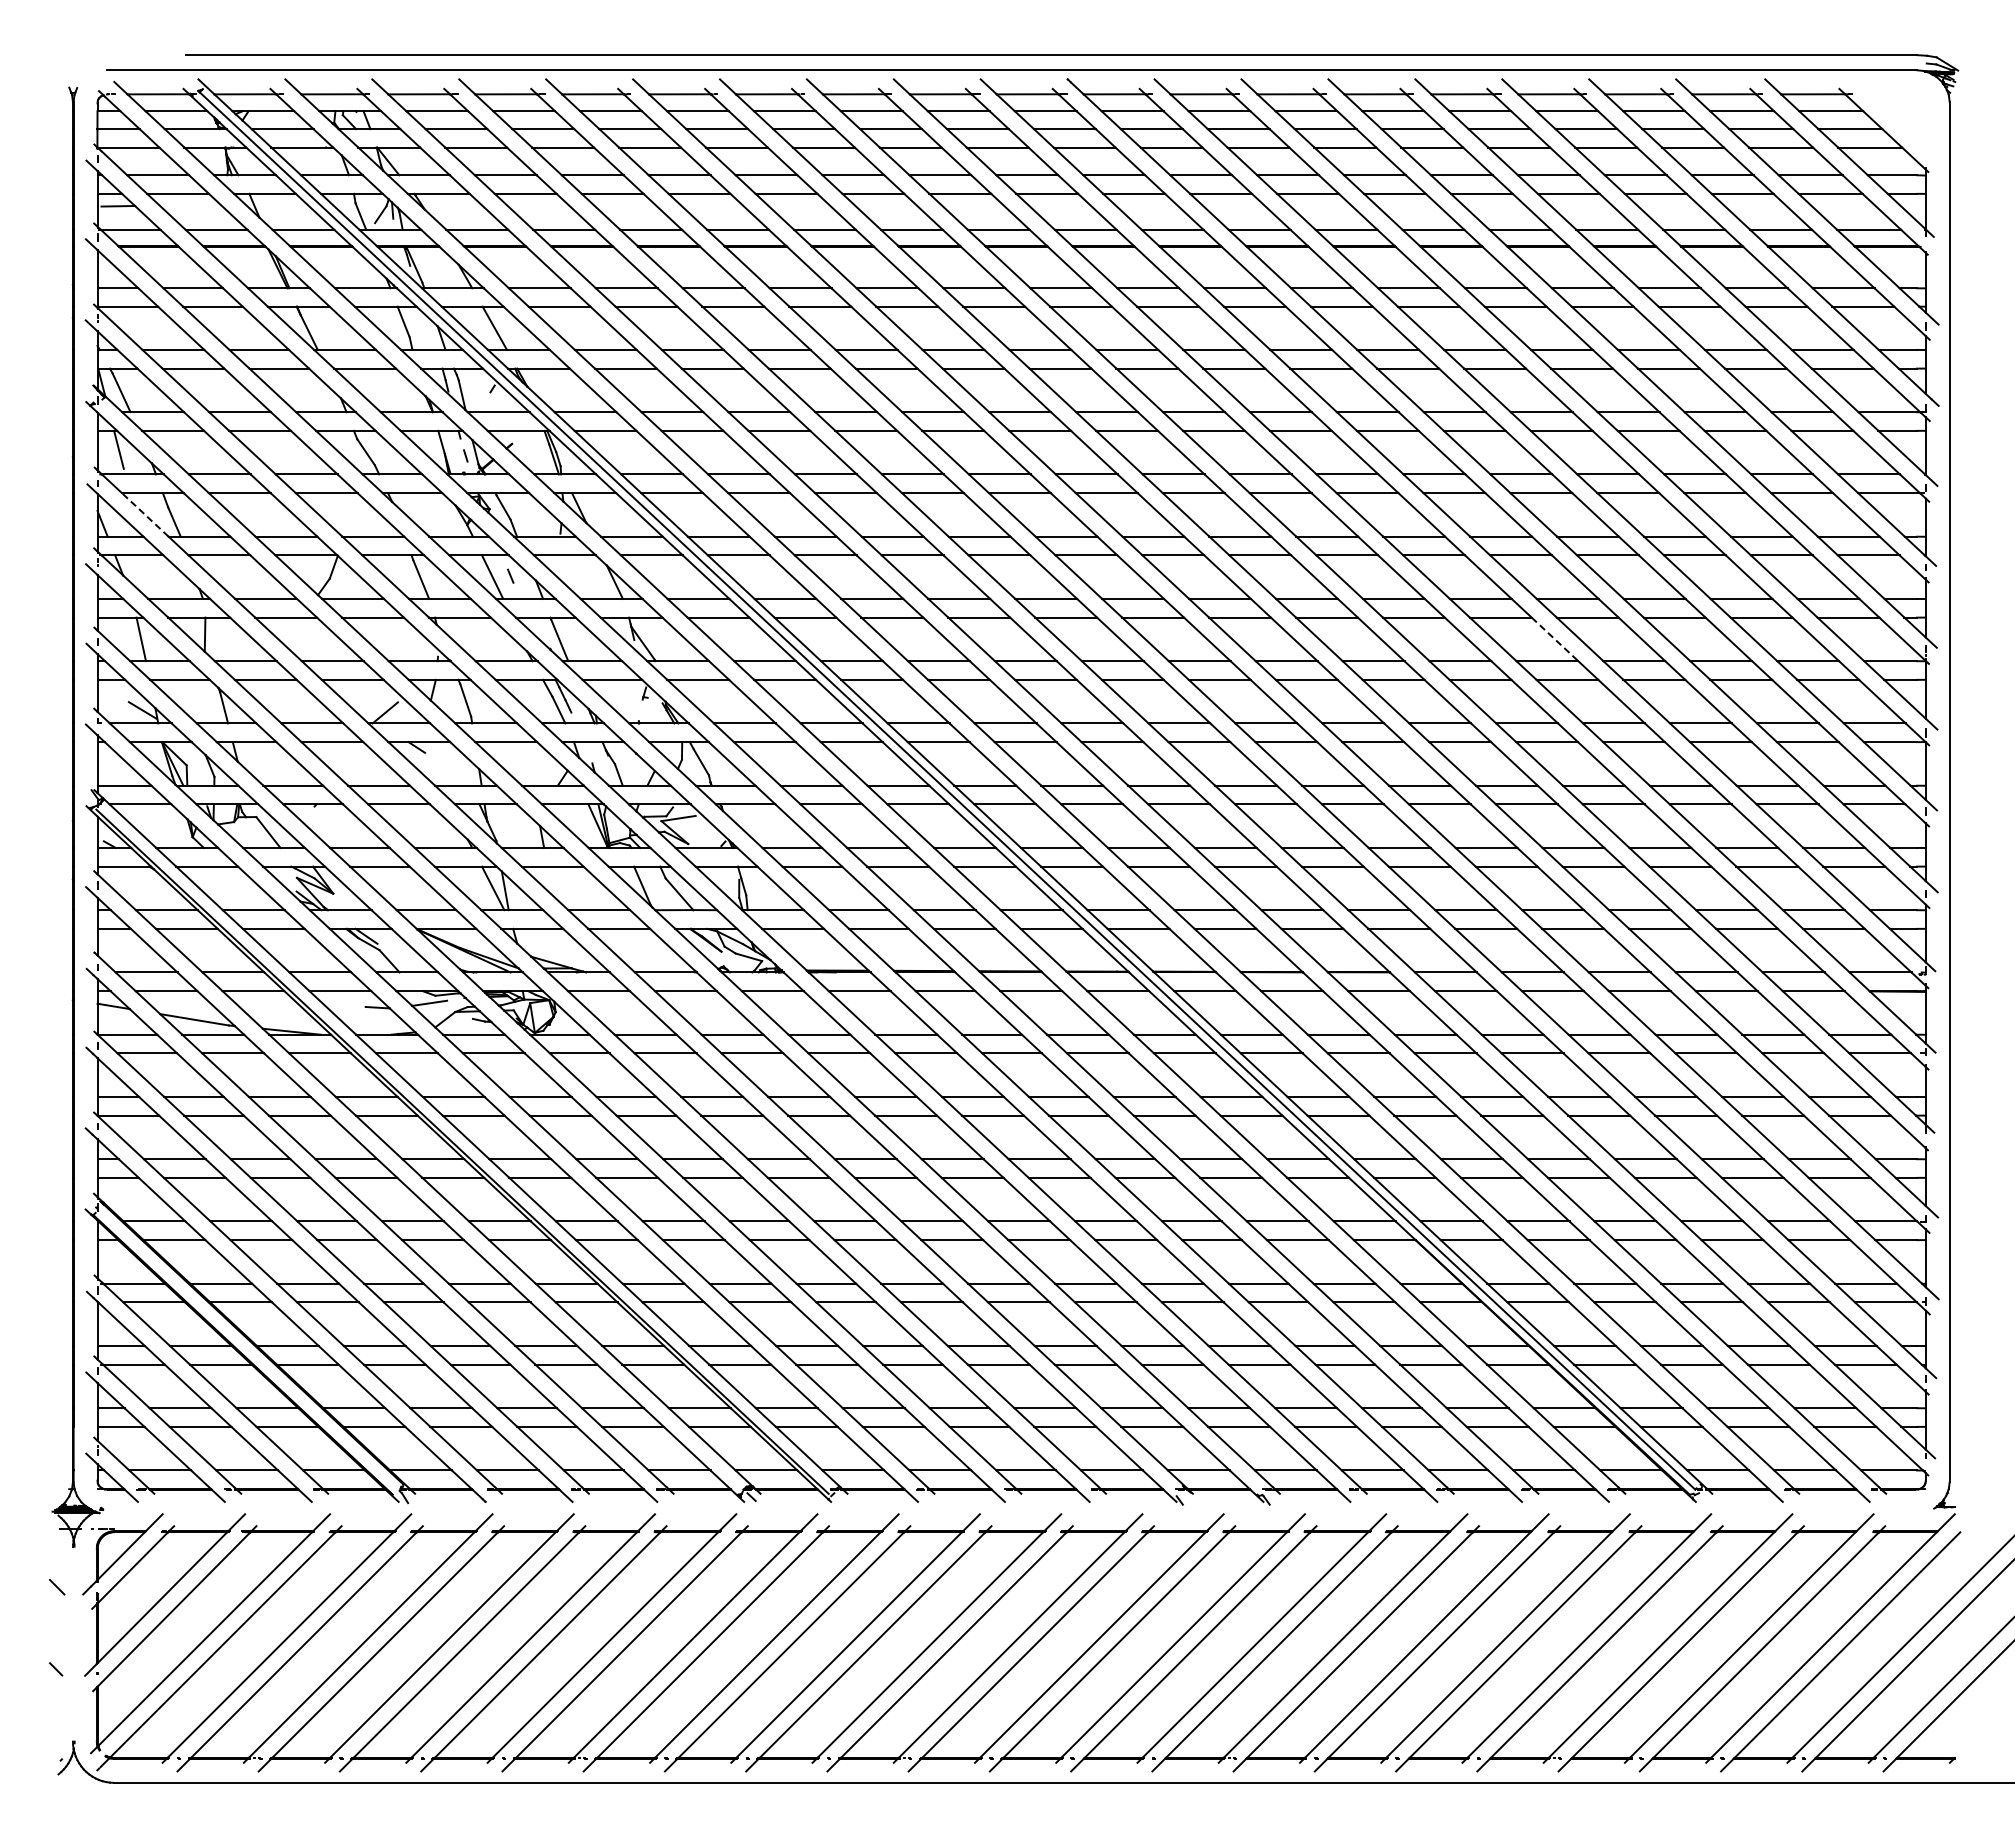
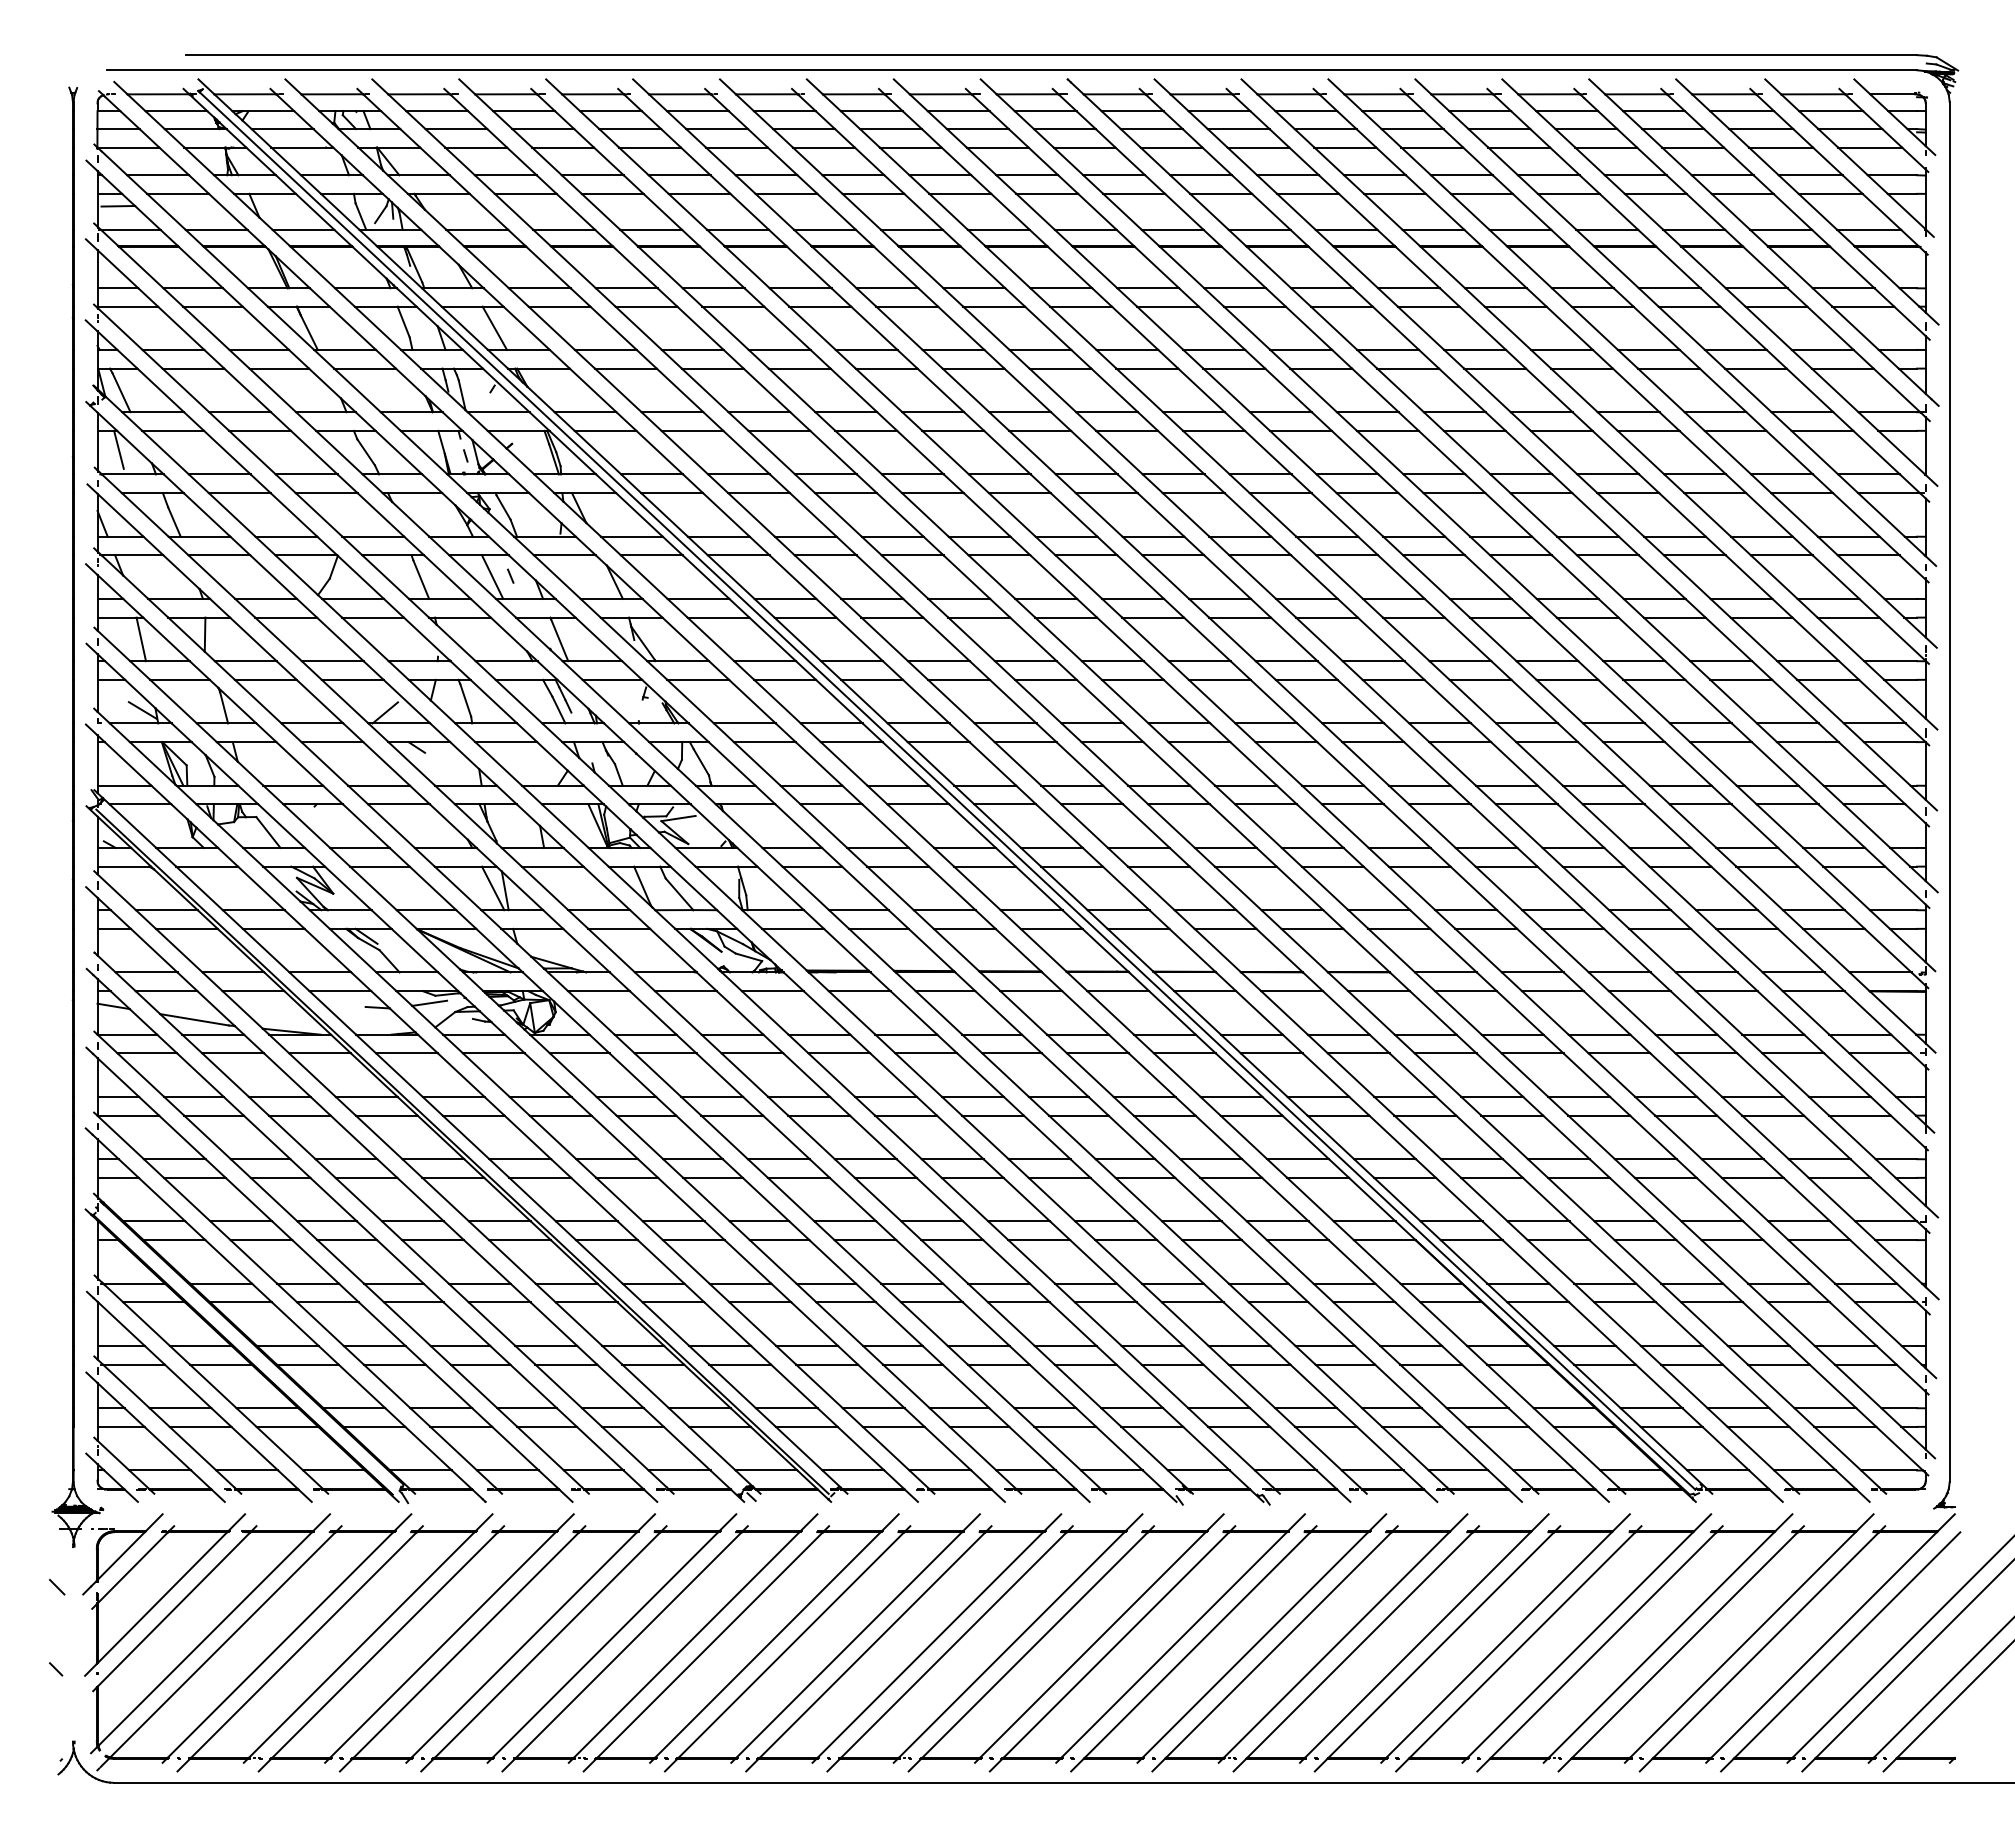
part at (1894, 116): none -> present
line at (145, 514): dashed -> solid
line at (1555, 639): dashed -> solid
